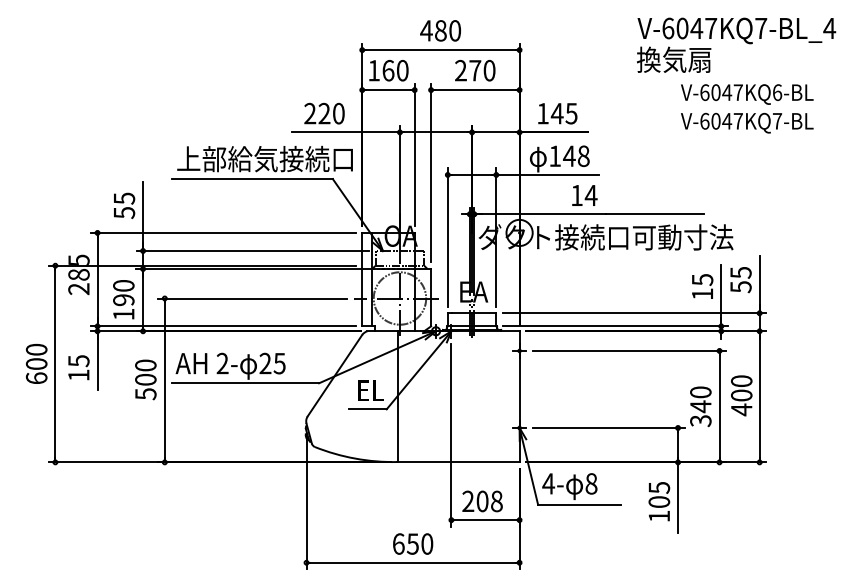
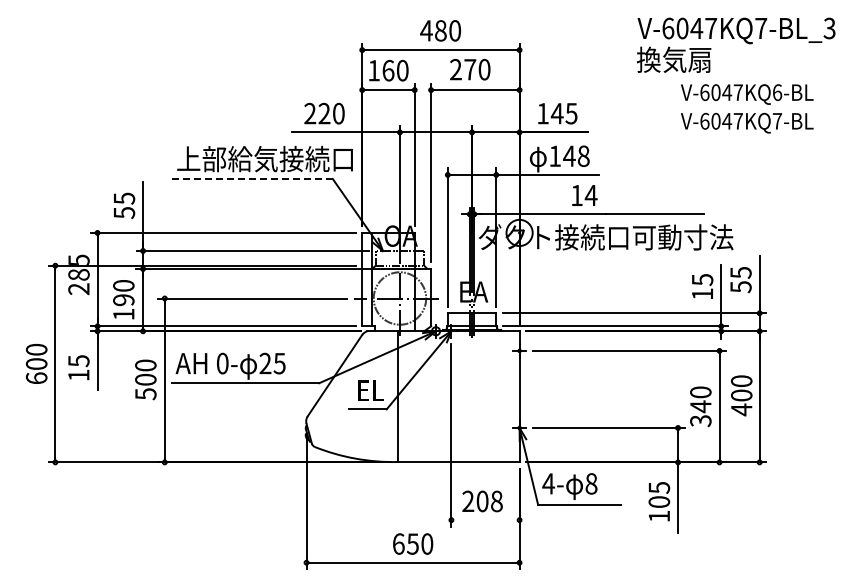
text at (829, 28): V-6047KQ7-BL_4 -> V-6047KQ7-BL_3
text at (475, 70) position: (475, 70) -> (470, 69)
line at (252, 179): solid -> dashed
text at (222, 363): 2- -> 0-
line at (485, 520): present -> none
